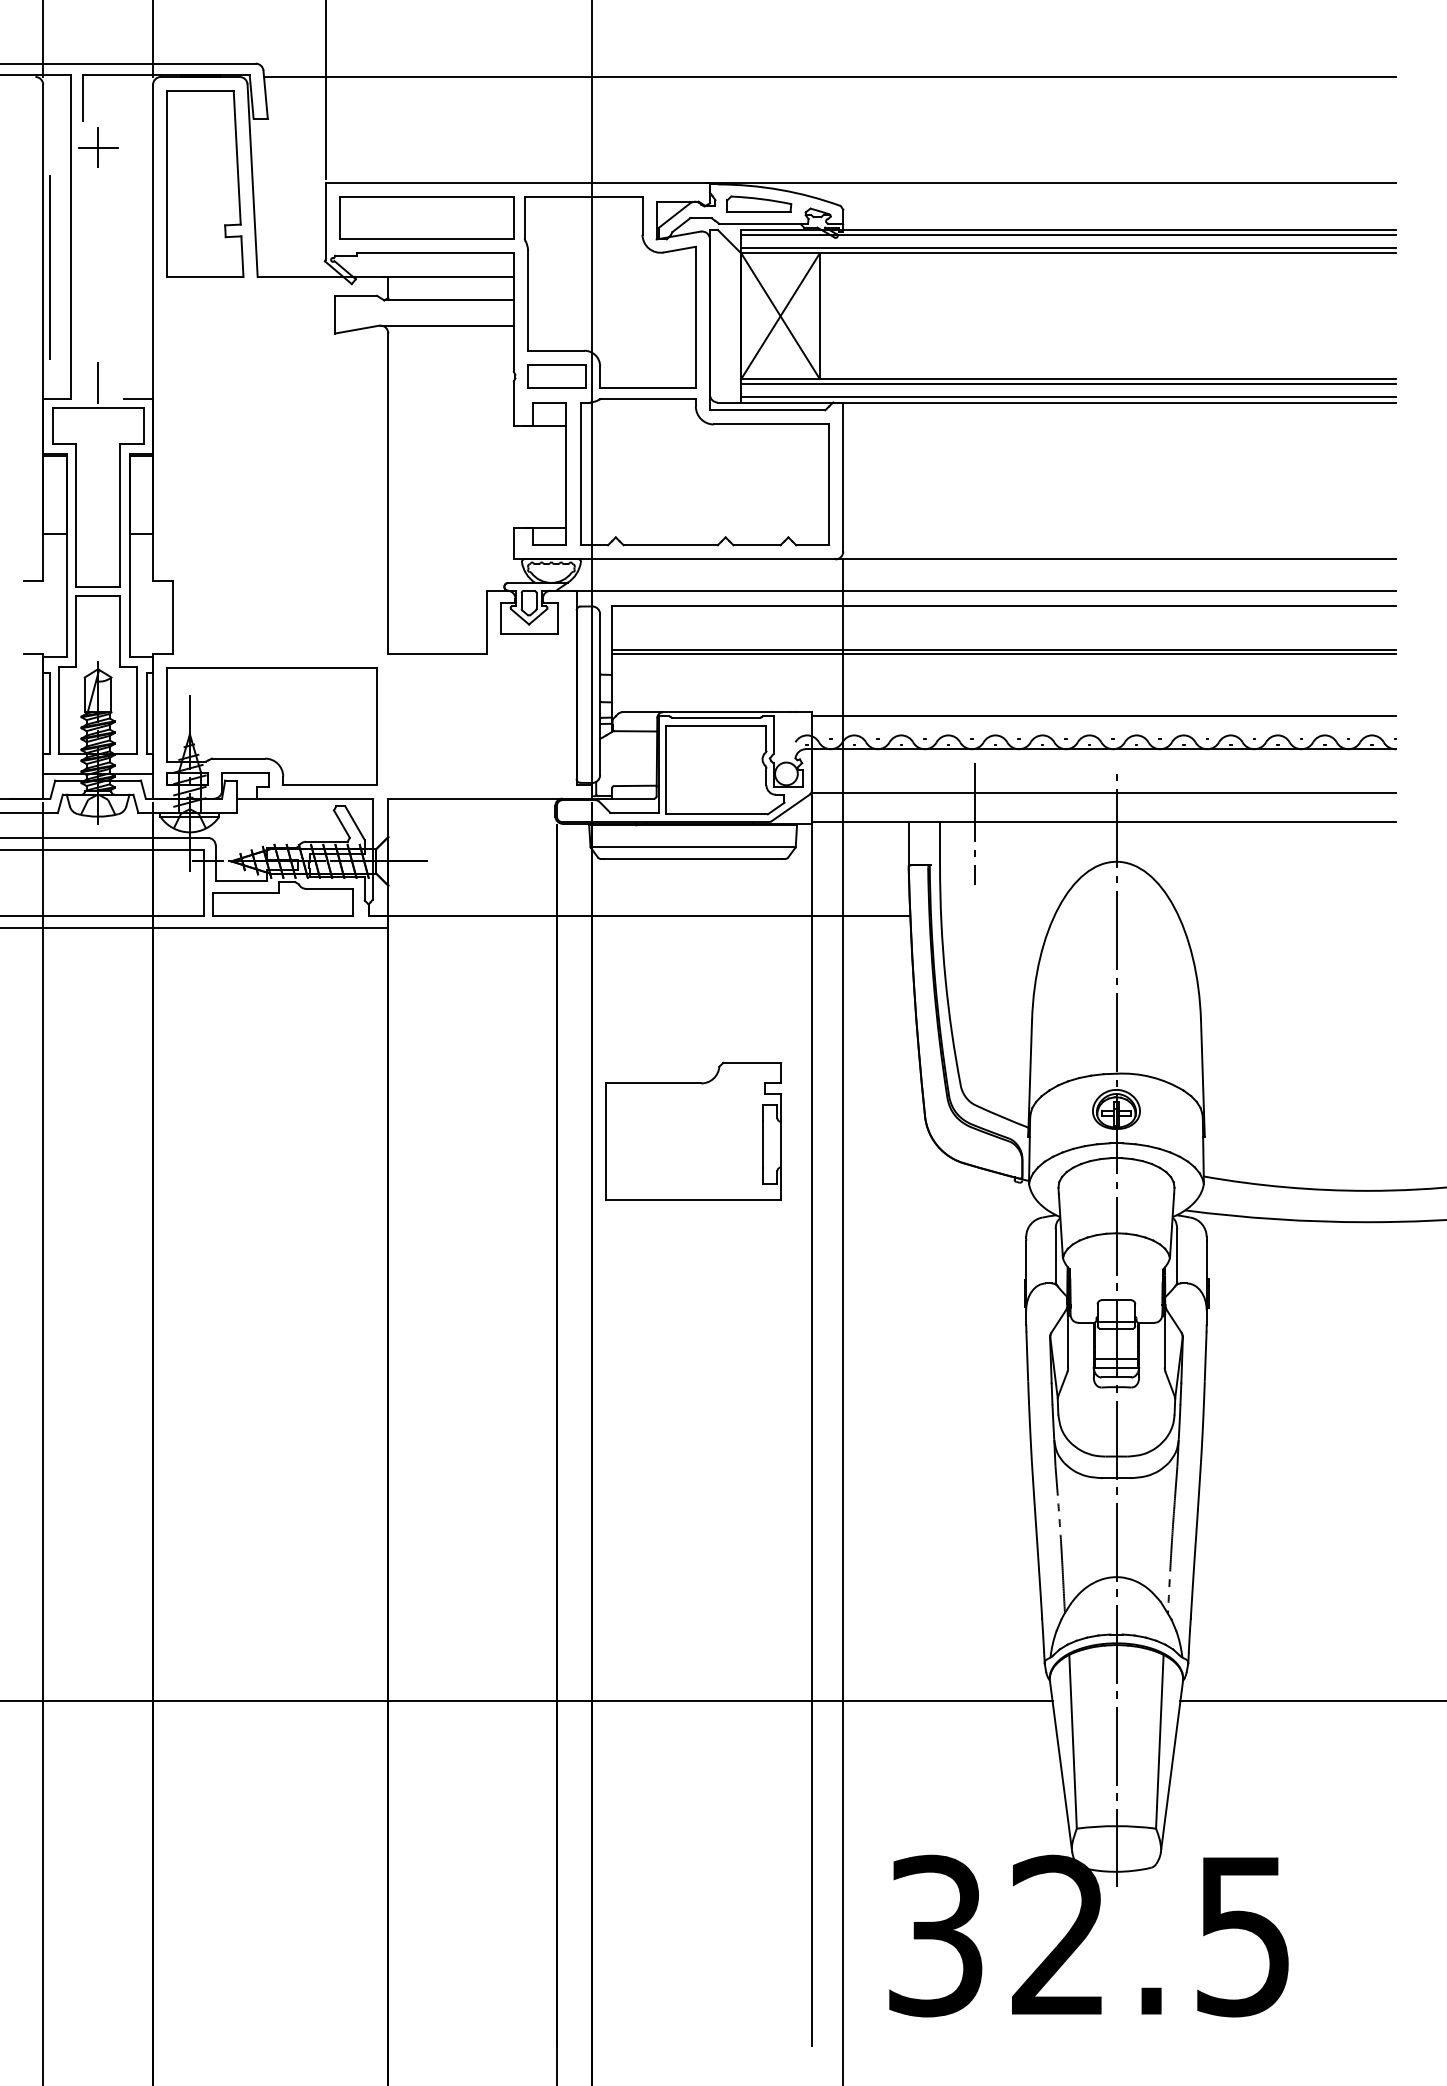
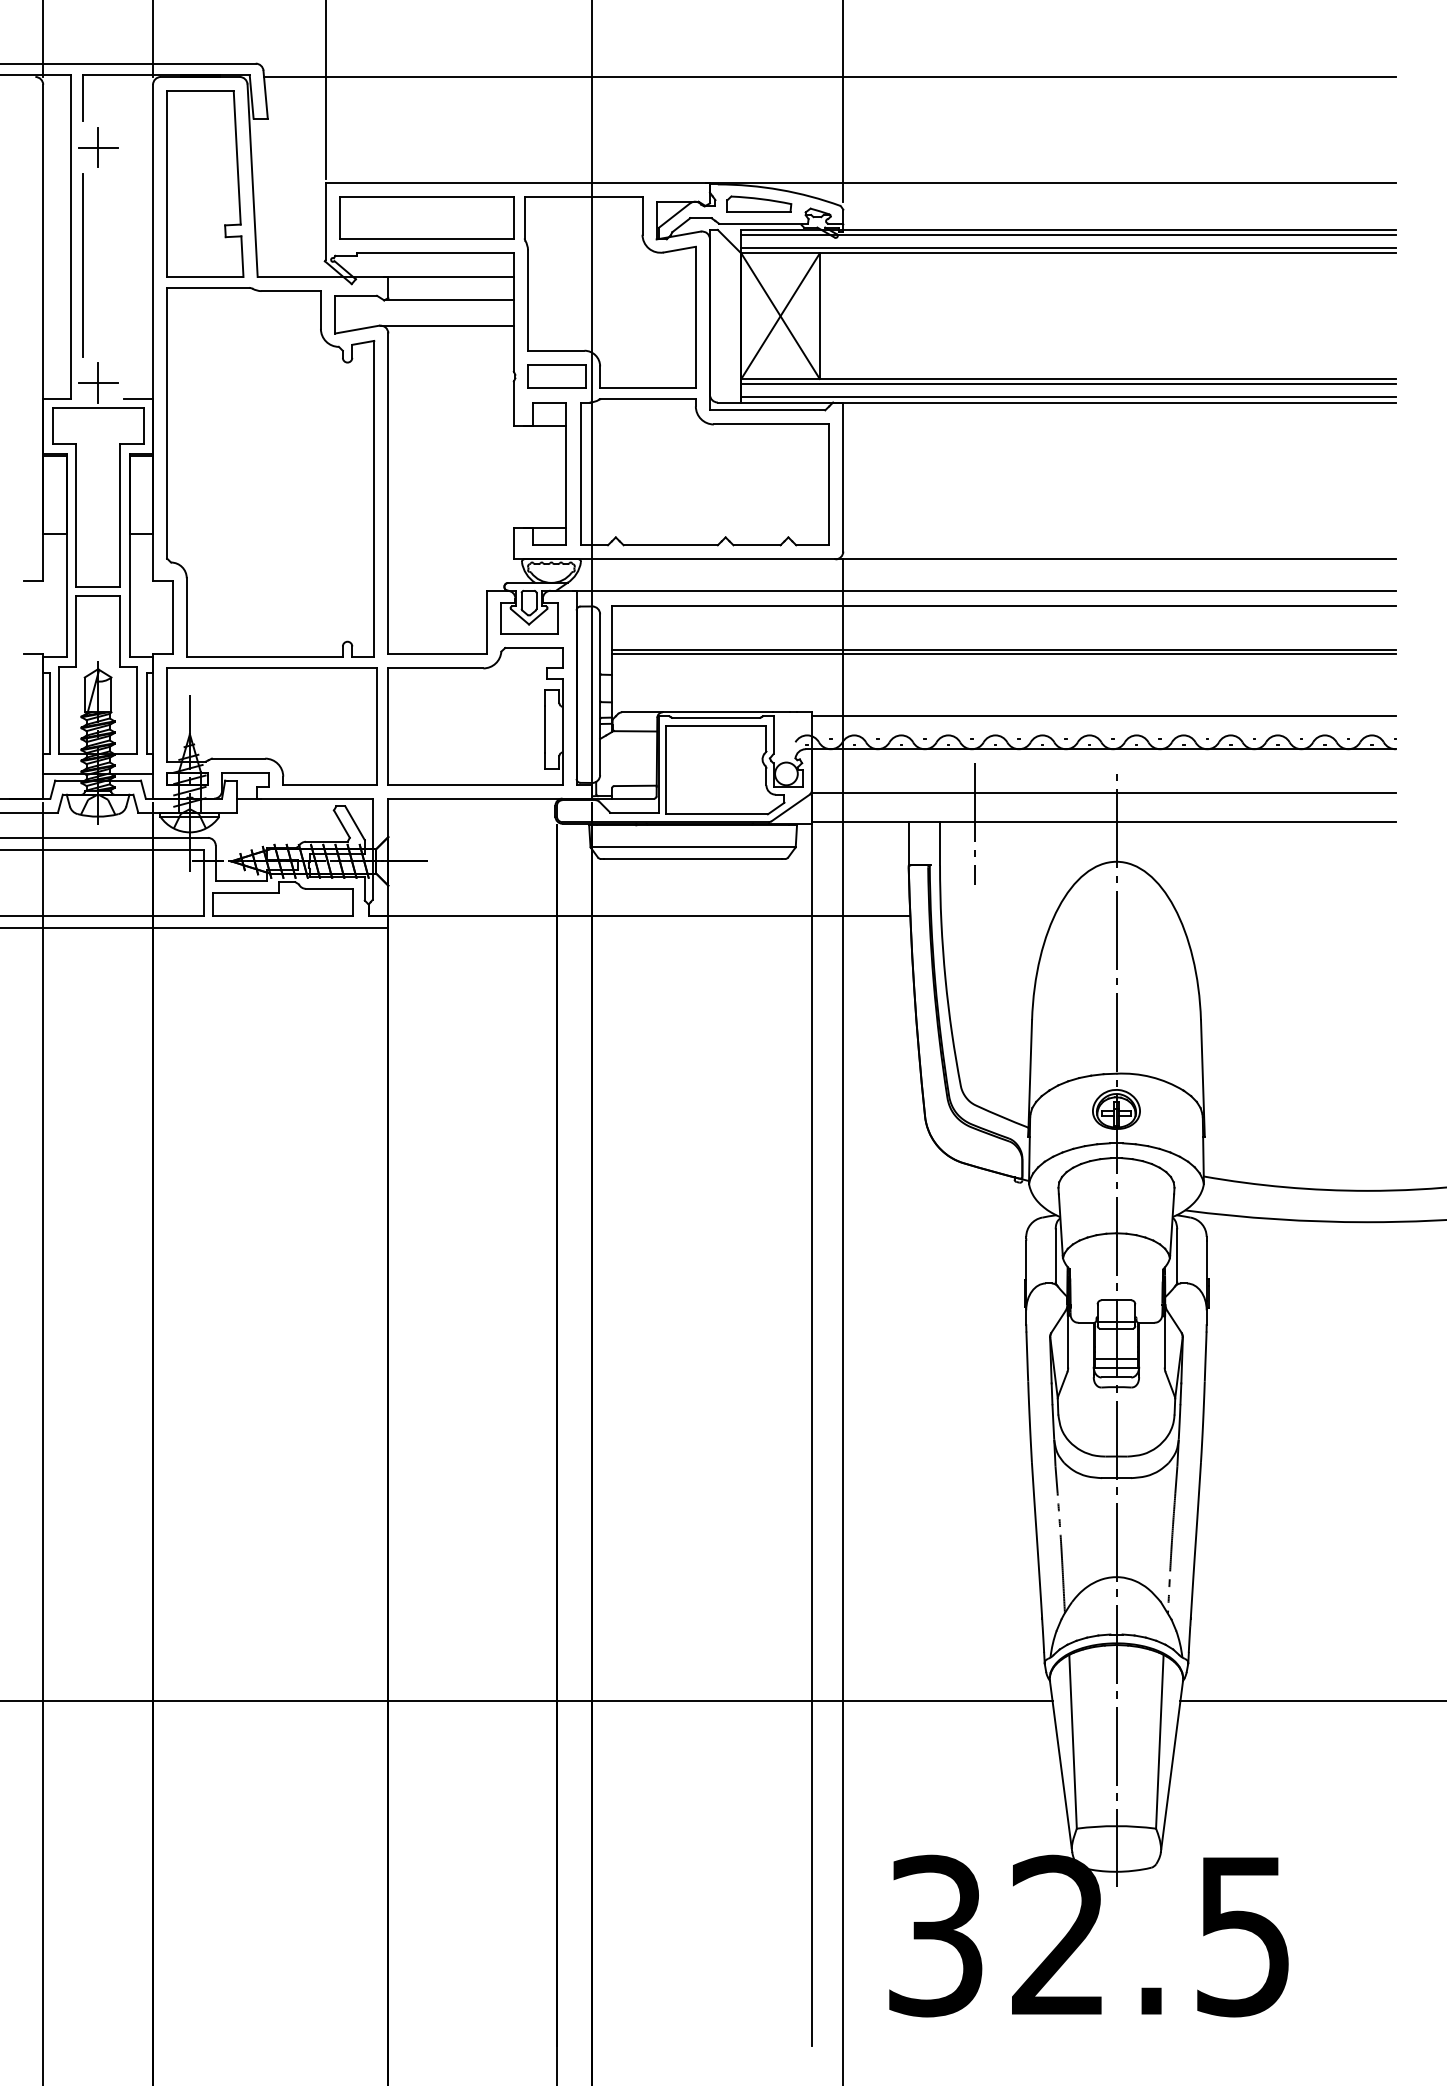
line at (843, 101): none -> present
line at (49, 267) position: (49, 267) -> (82, 265)
line at (97, 382): none -> present
part at (270, 472): none -> present
part at (693, 1131) position: (693, 1131) -> (475, 716)
